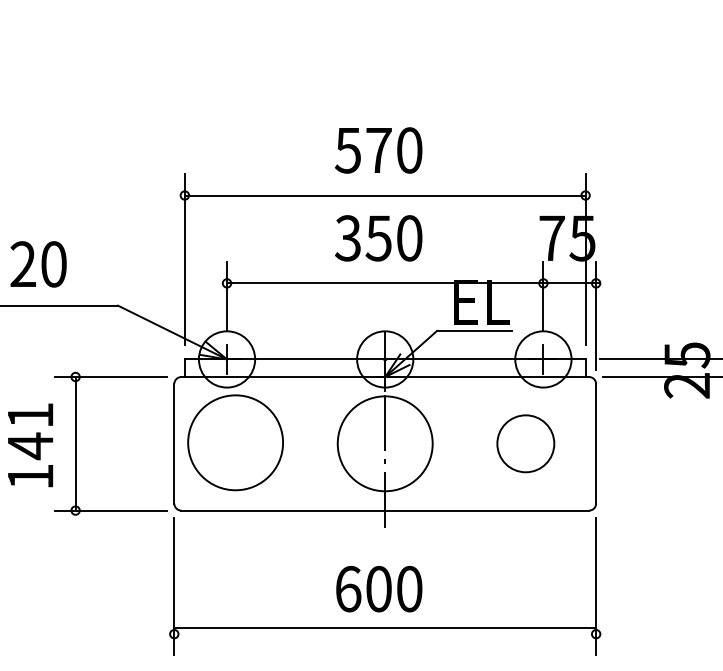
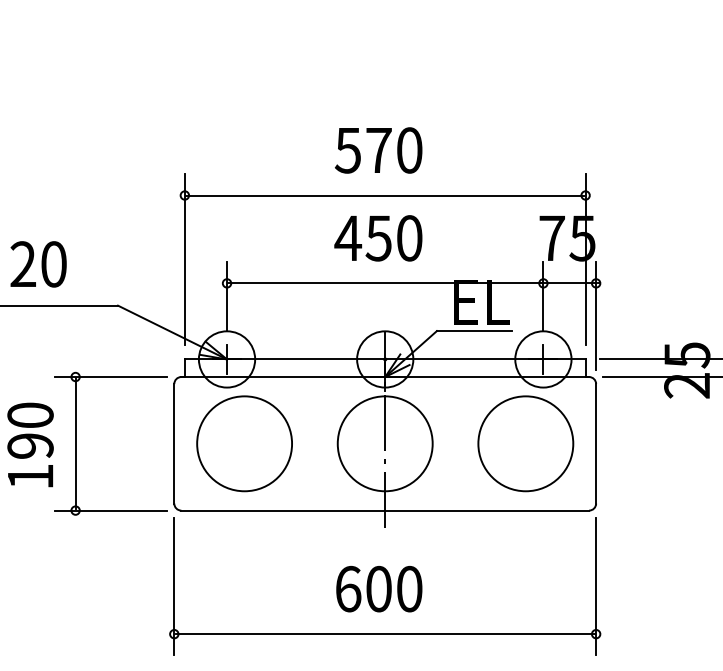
text at (348, 238): 350 -> 450
text at (30, 431): 141 -> 190
circle at (235, 442) position: (235, 442) -> (244, 443)
circle at (525, 443) diameter: 57 px -> 95 px
line at (384, 628) position: (384, 628) -> (384, 634)
